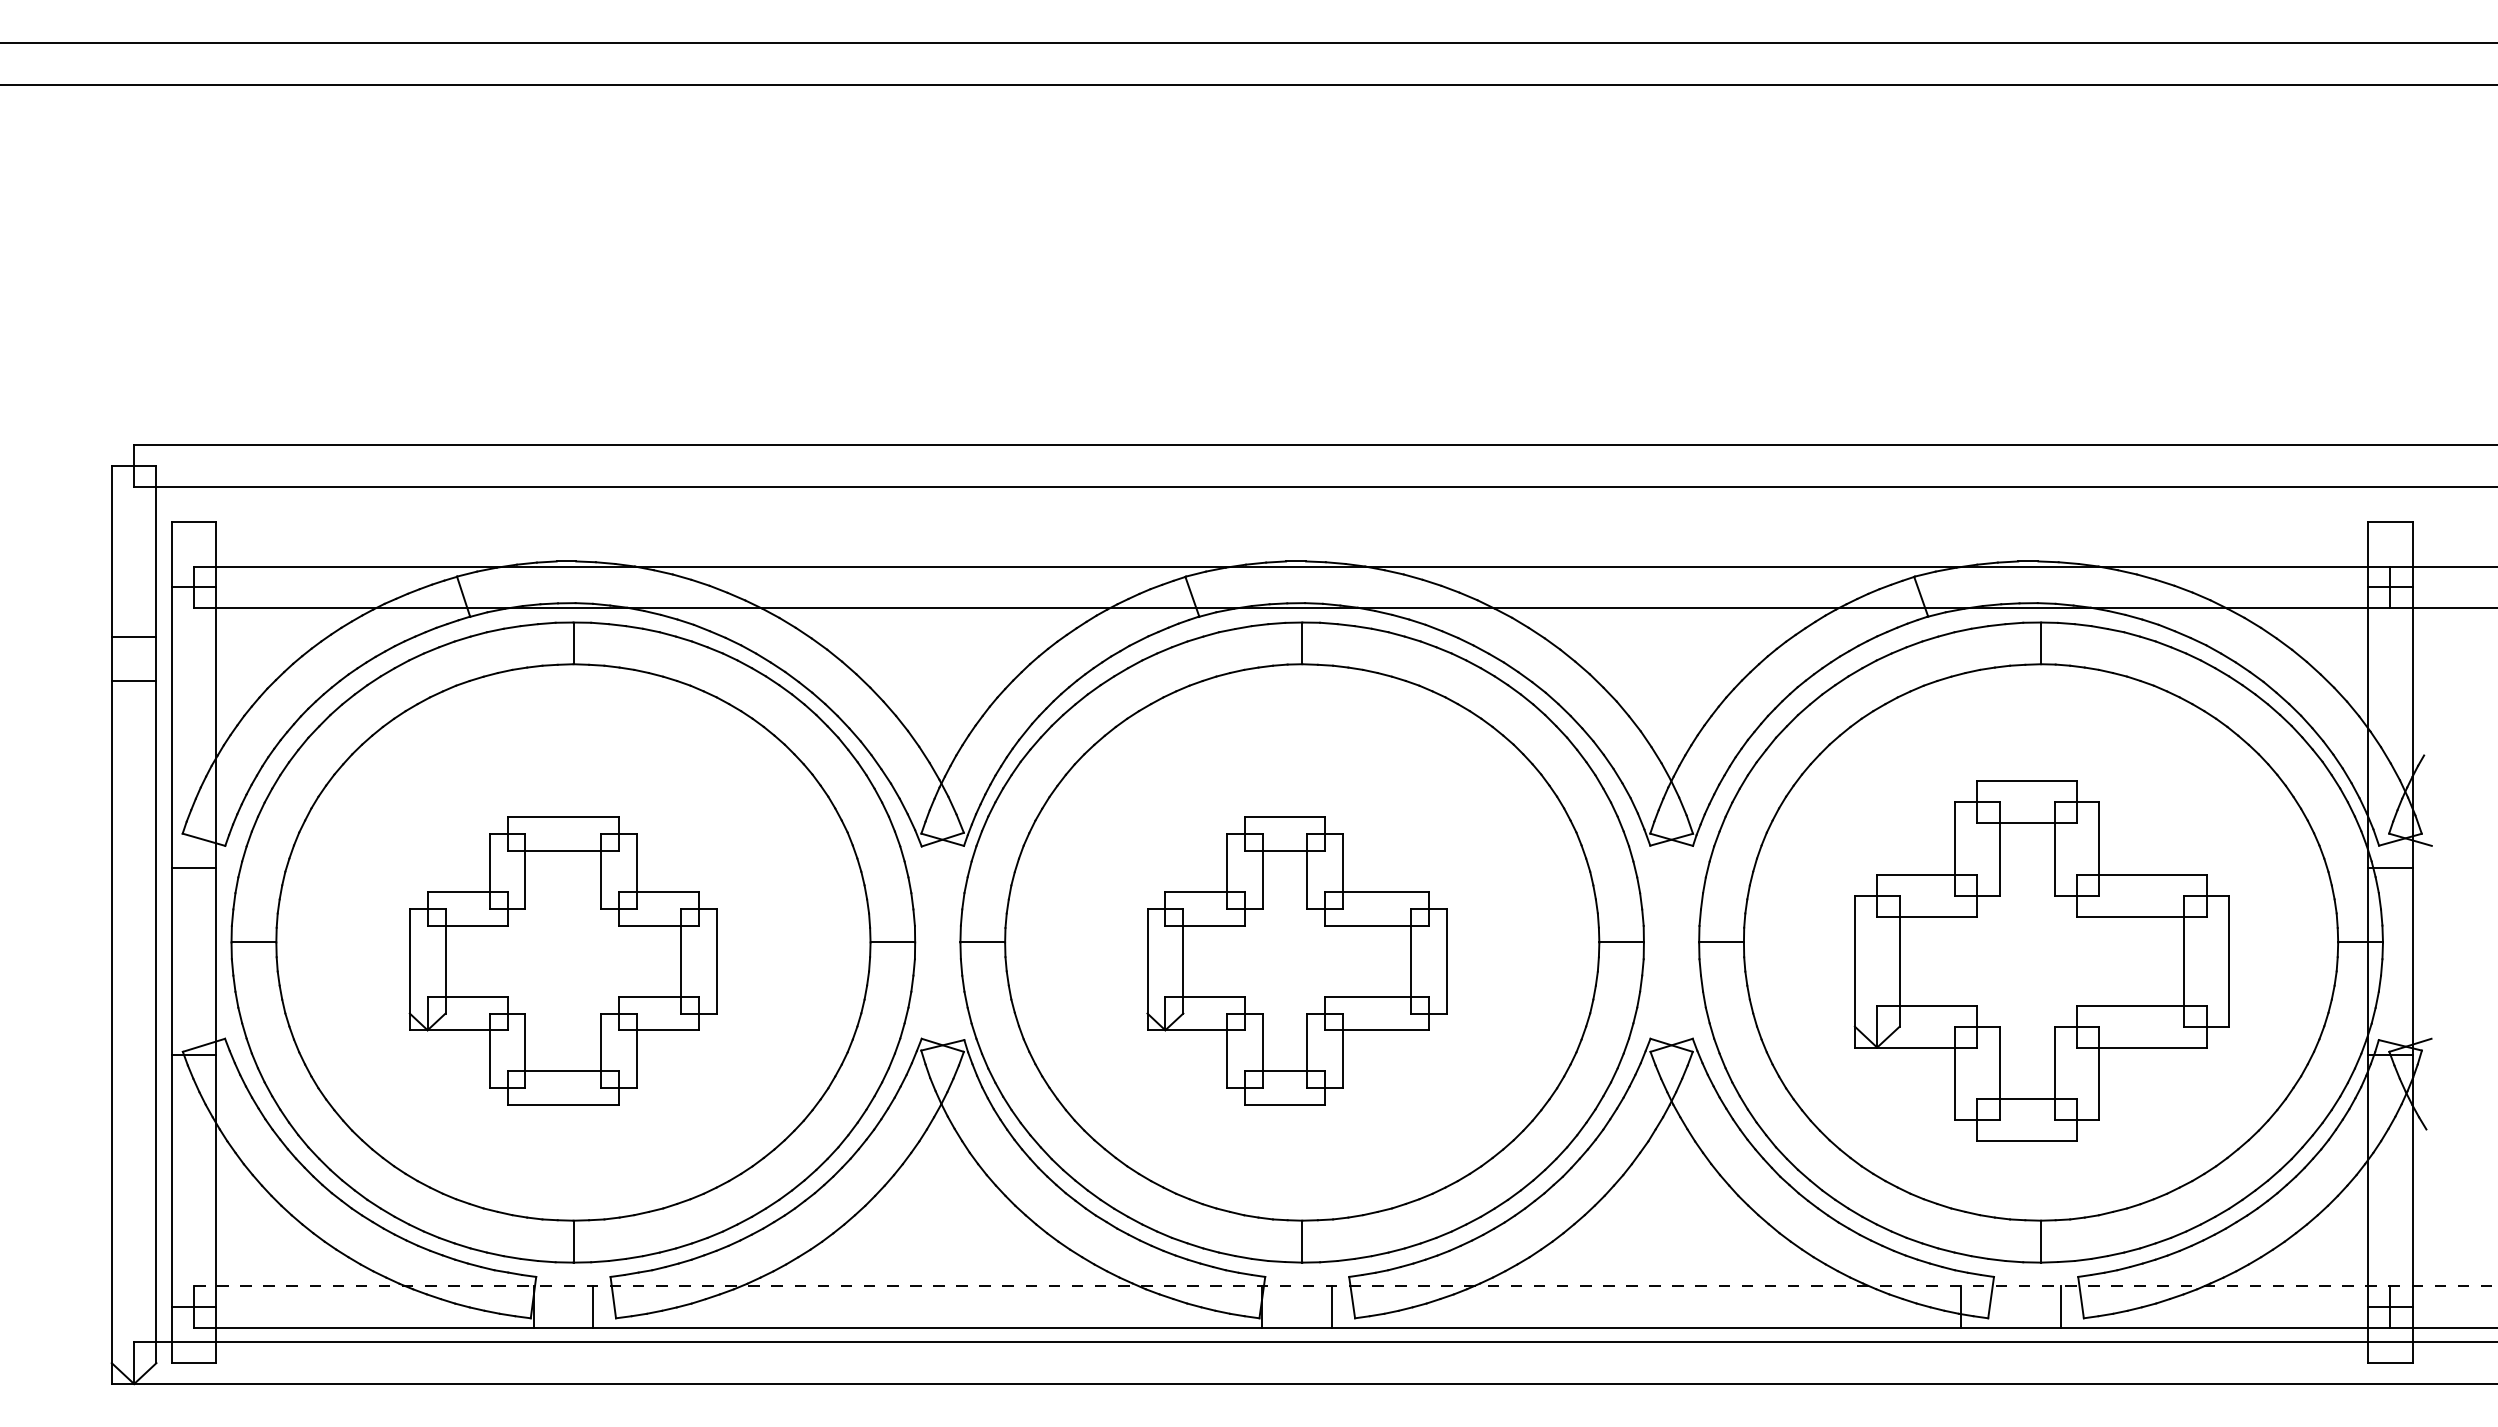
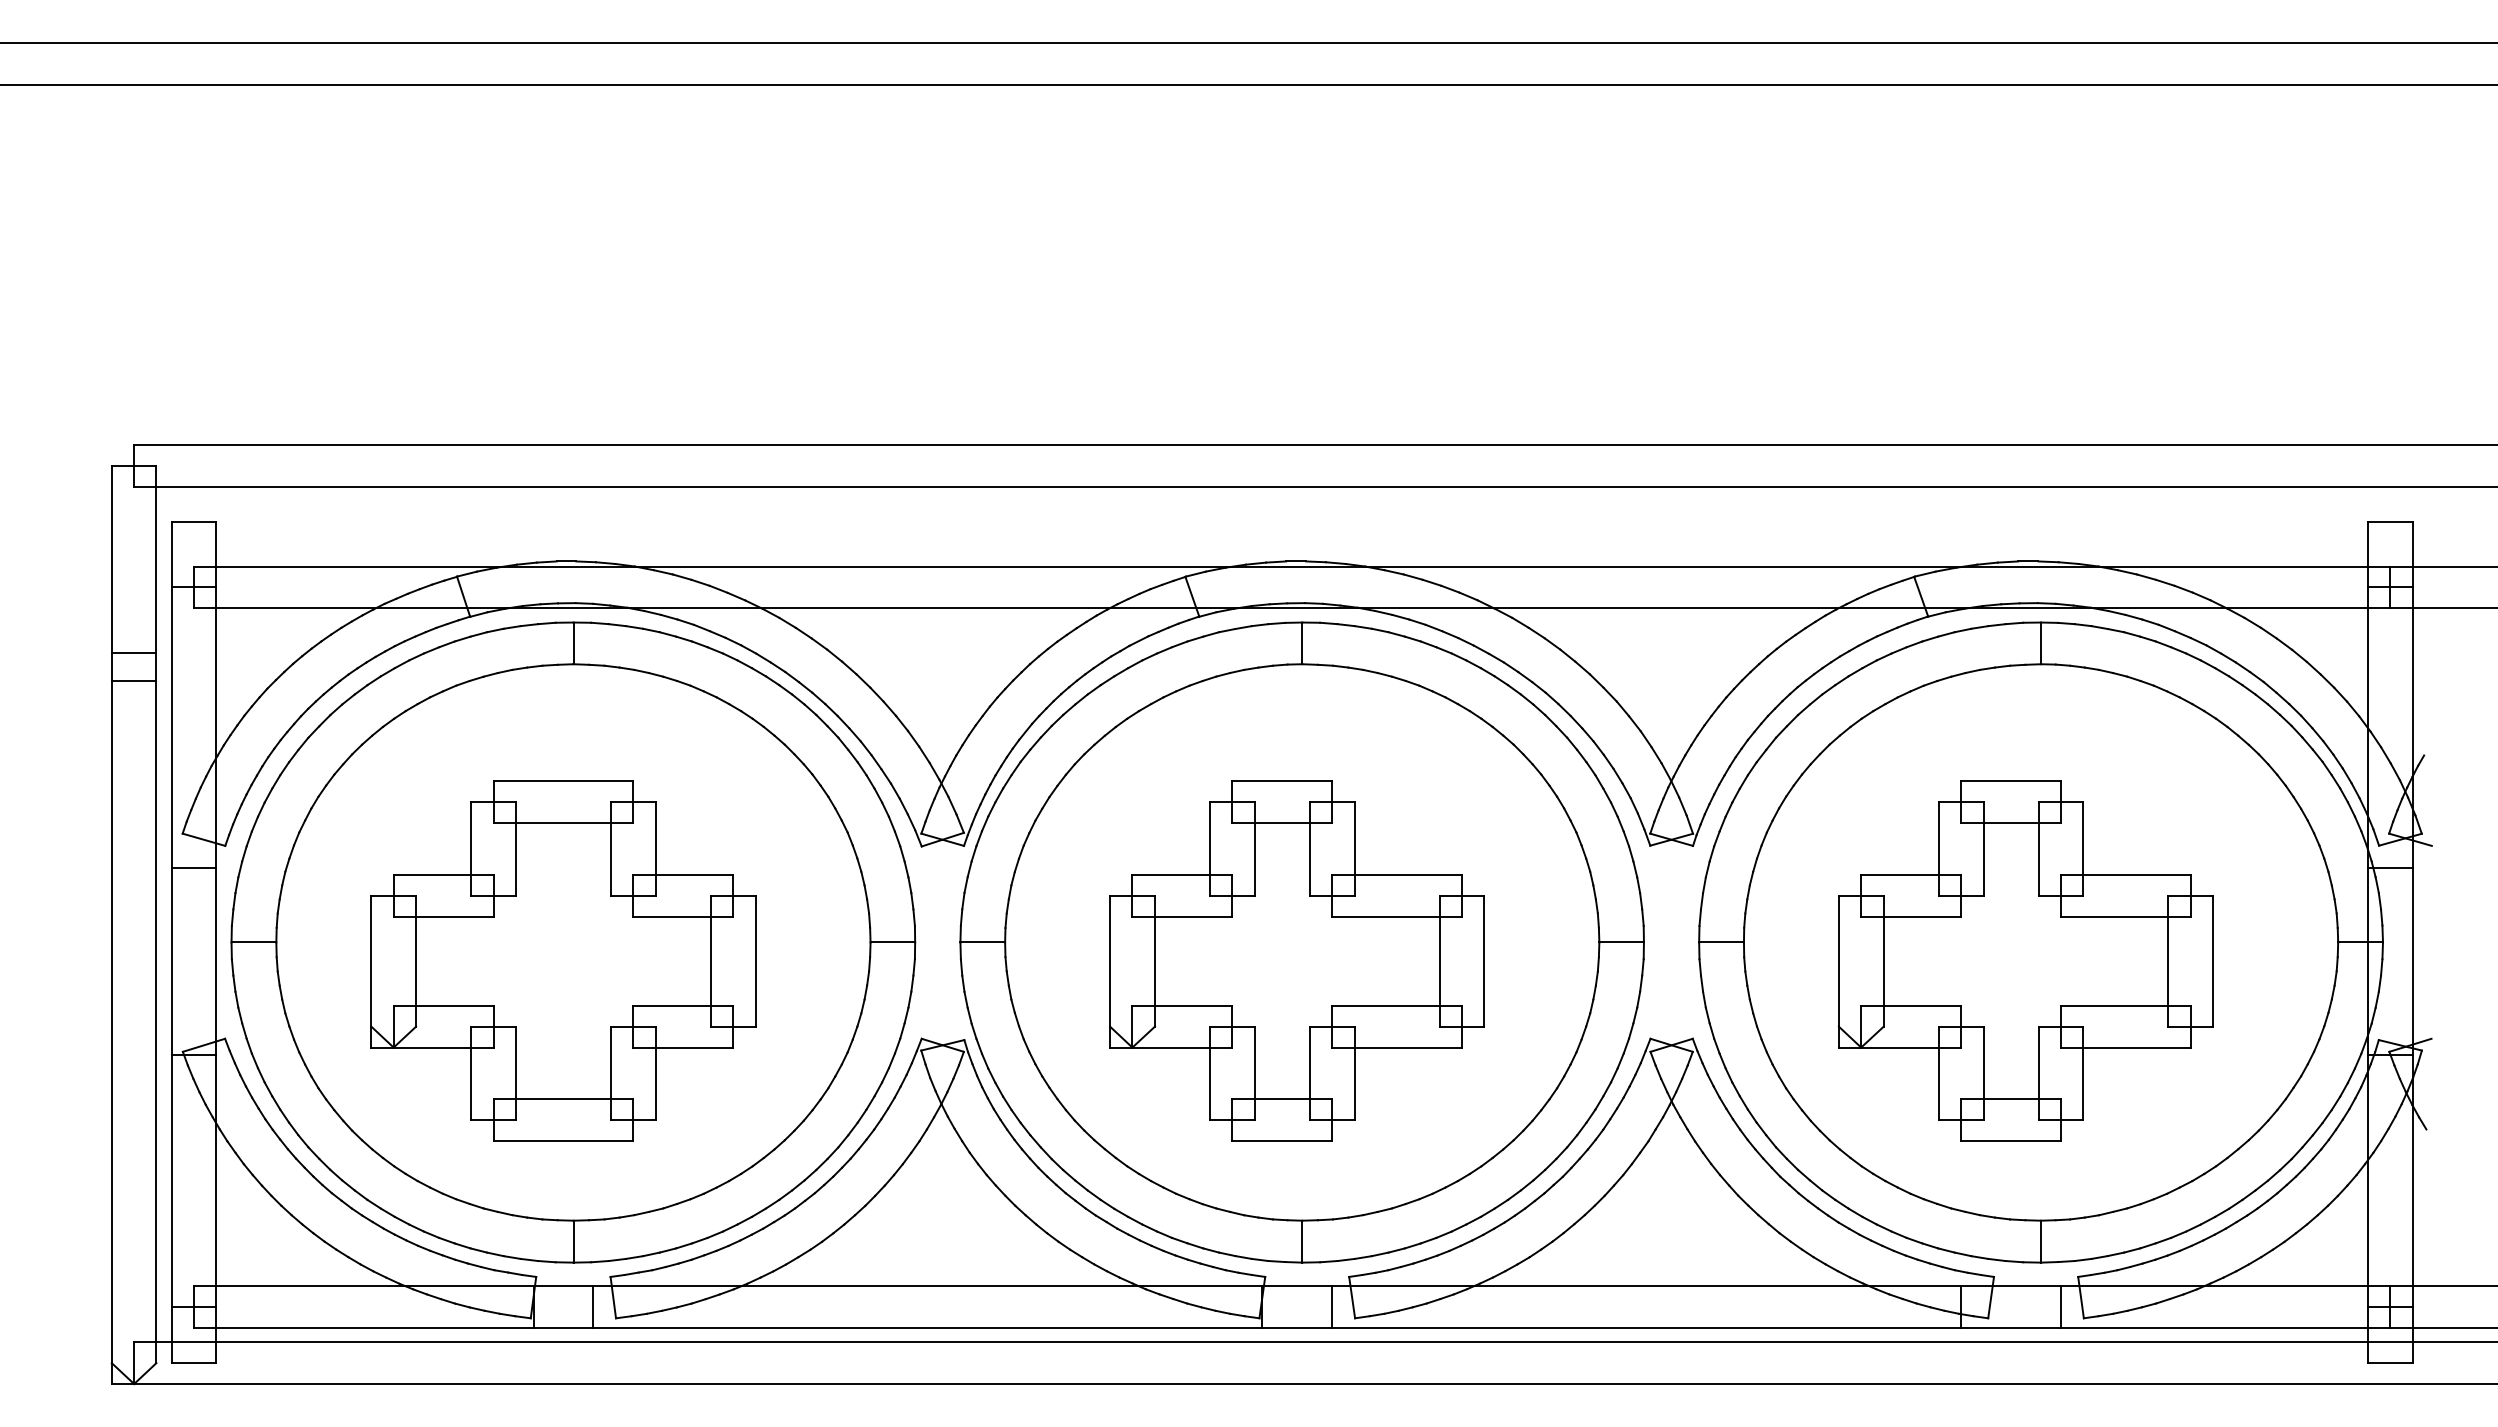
line at (133, 636) position: (133, 636) -> (133, 652)
part at (562, 960) size: 310x290 px -> 387x362 px
part at (1296, 960) size: 302x290 px -> 376x362 px
part at (2041, 960) position: (2041, 960) -> (2025, 960)
line at (1345, 1286): dashed -> solid
